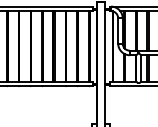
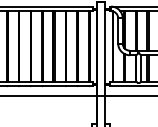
line at (78, 95): none -> present
